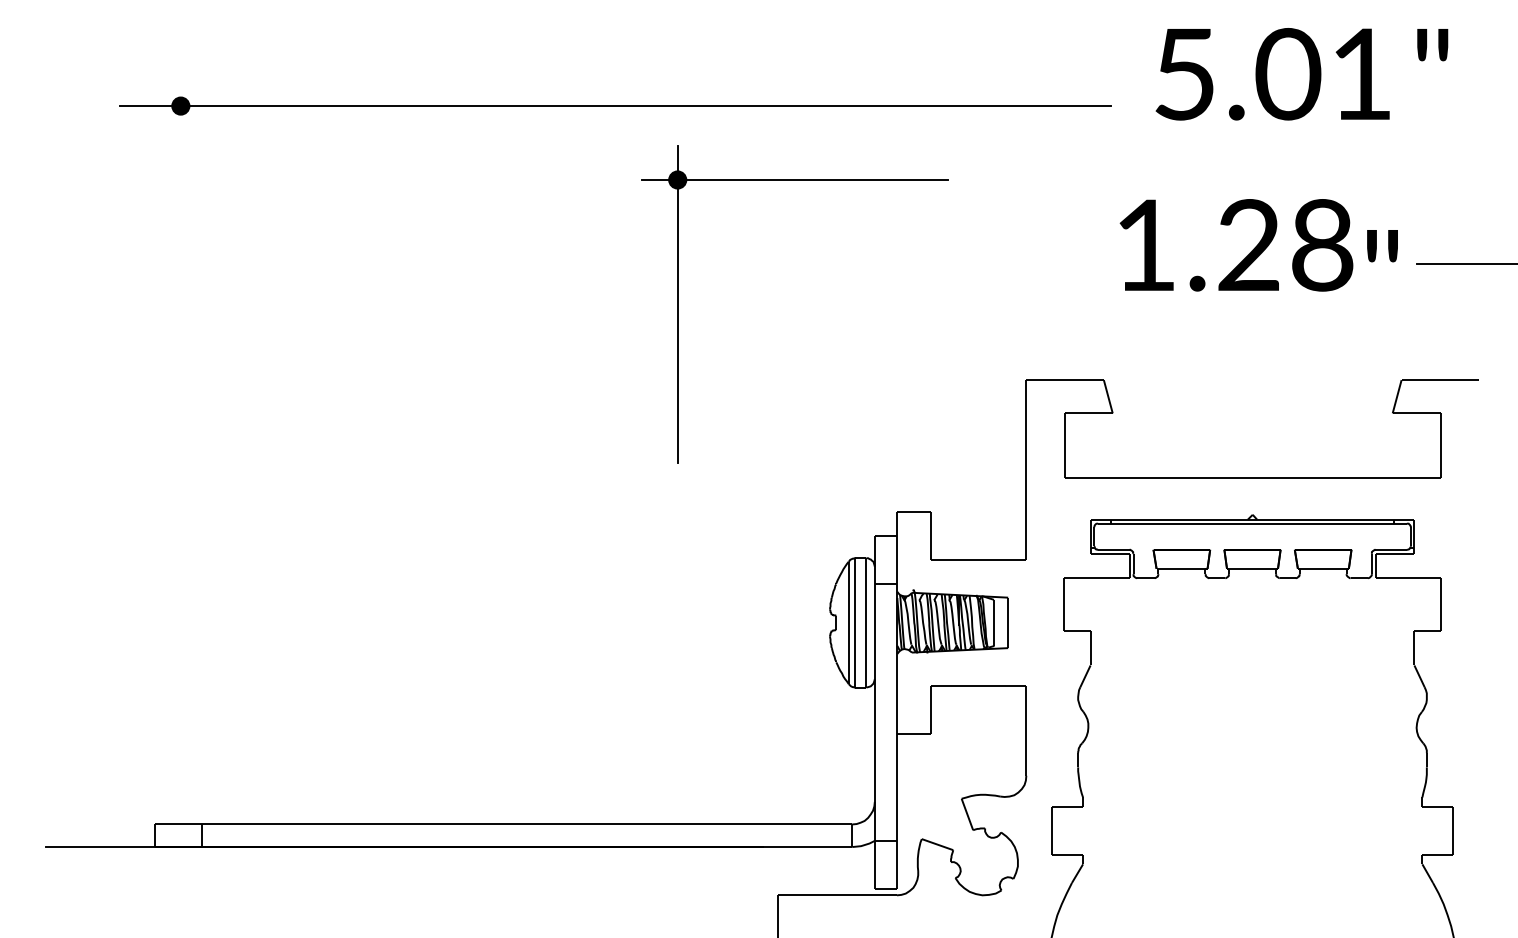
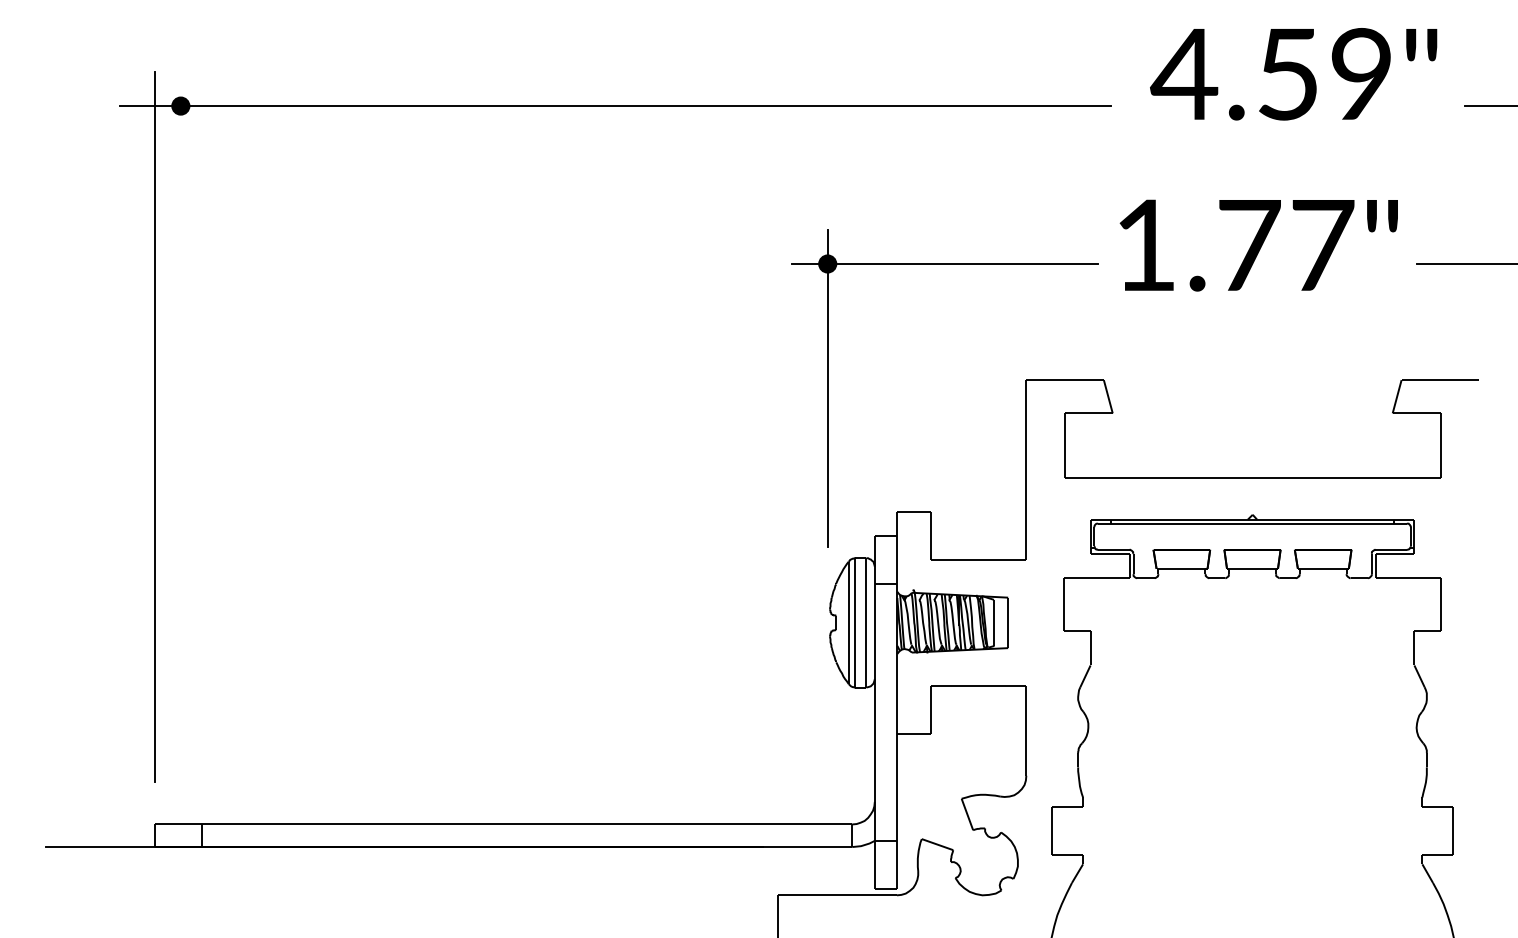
text at (1432, 45) position: (1432, 45) -> (1421, 45)
text at (1270, 74): 5.01 -> 4.59
line at (1489, 106): none -> present
text at (1286, 245): 1.28 -> 1.77
text at (1382, 246) position: (1382, 246) -> (1382, 216)
part at (678, 304) position: (678, 304) -> (828, 388)
line at (155, 427): none -> present
